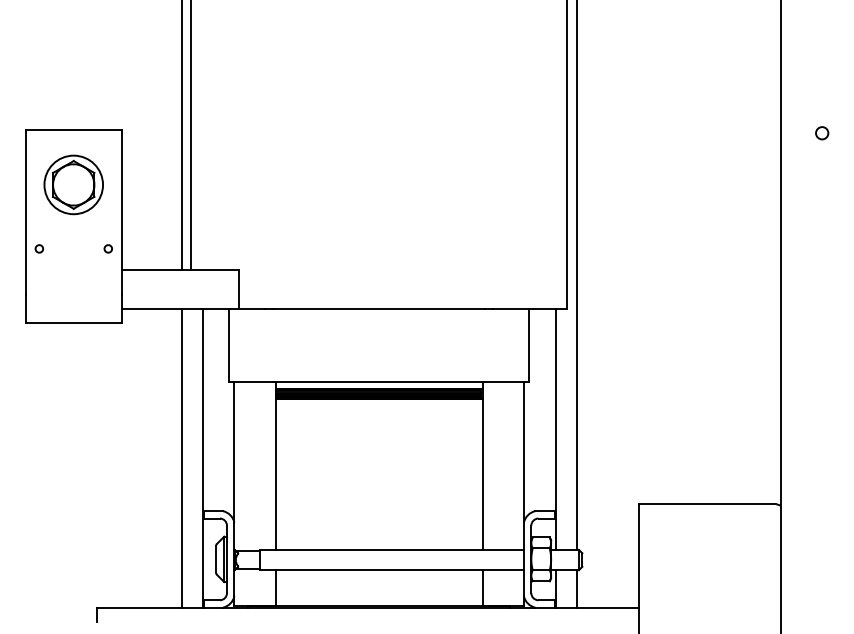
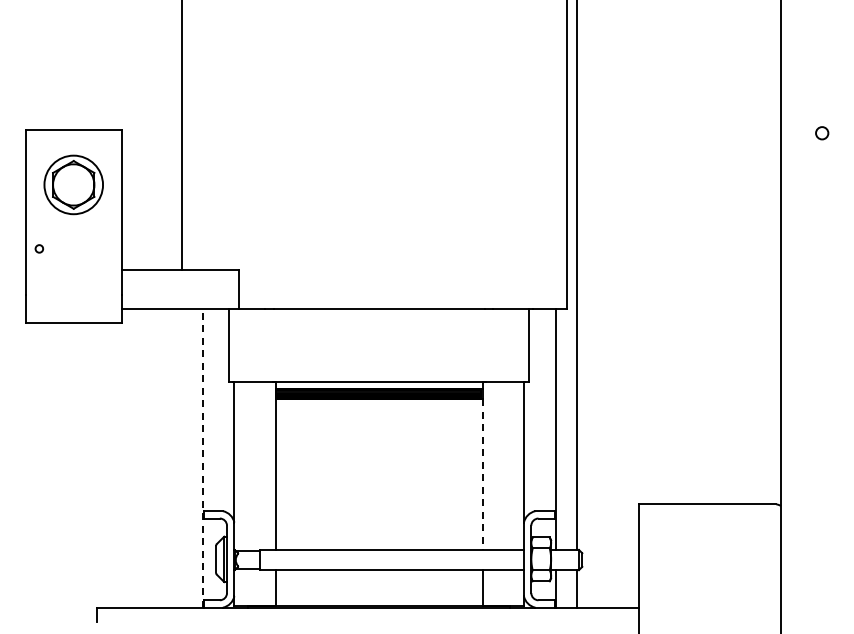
line at (191, 136): present -> none
circle at (107, 248): present -> none
line at (202, 457): solid -> dashed
line at (182, 458): present -> none
line at (482, 475): solid -> dashed
